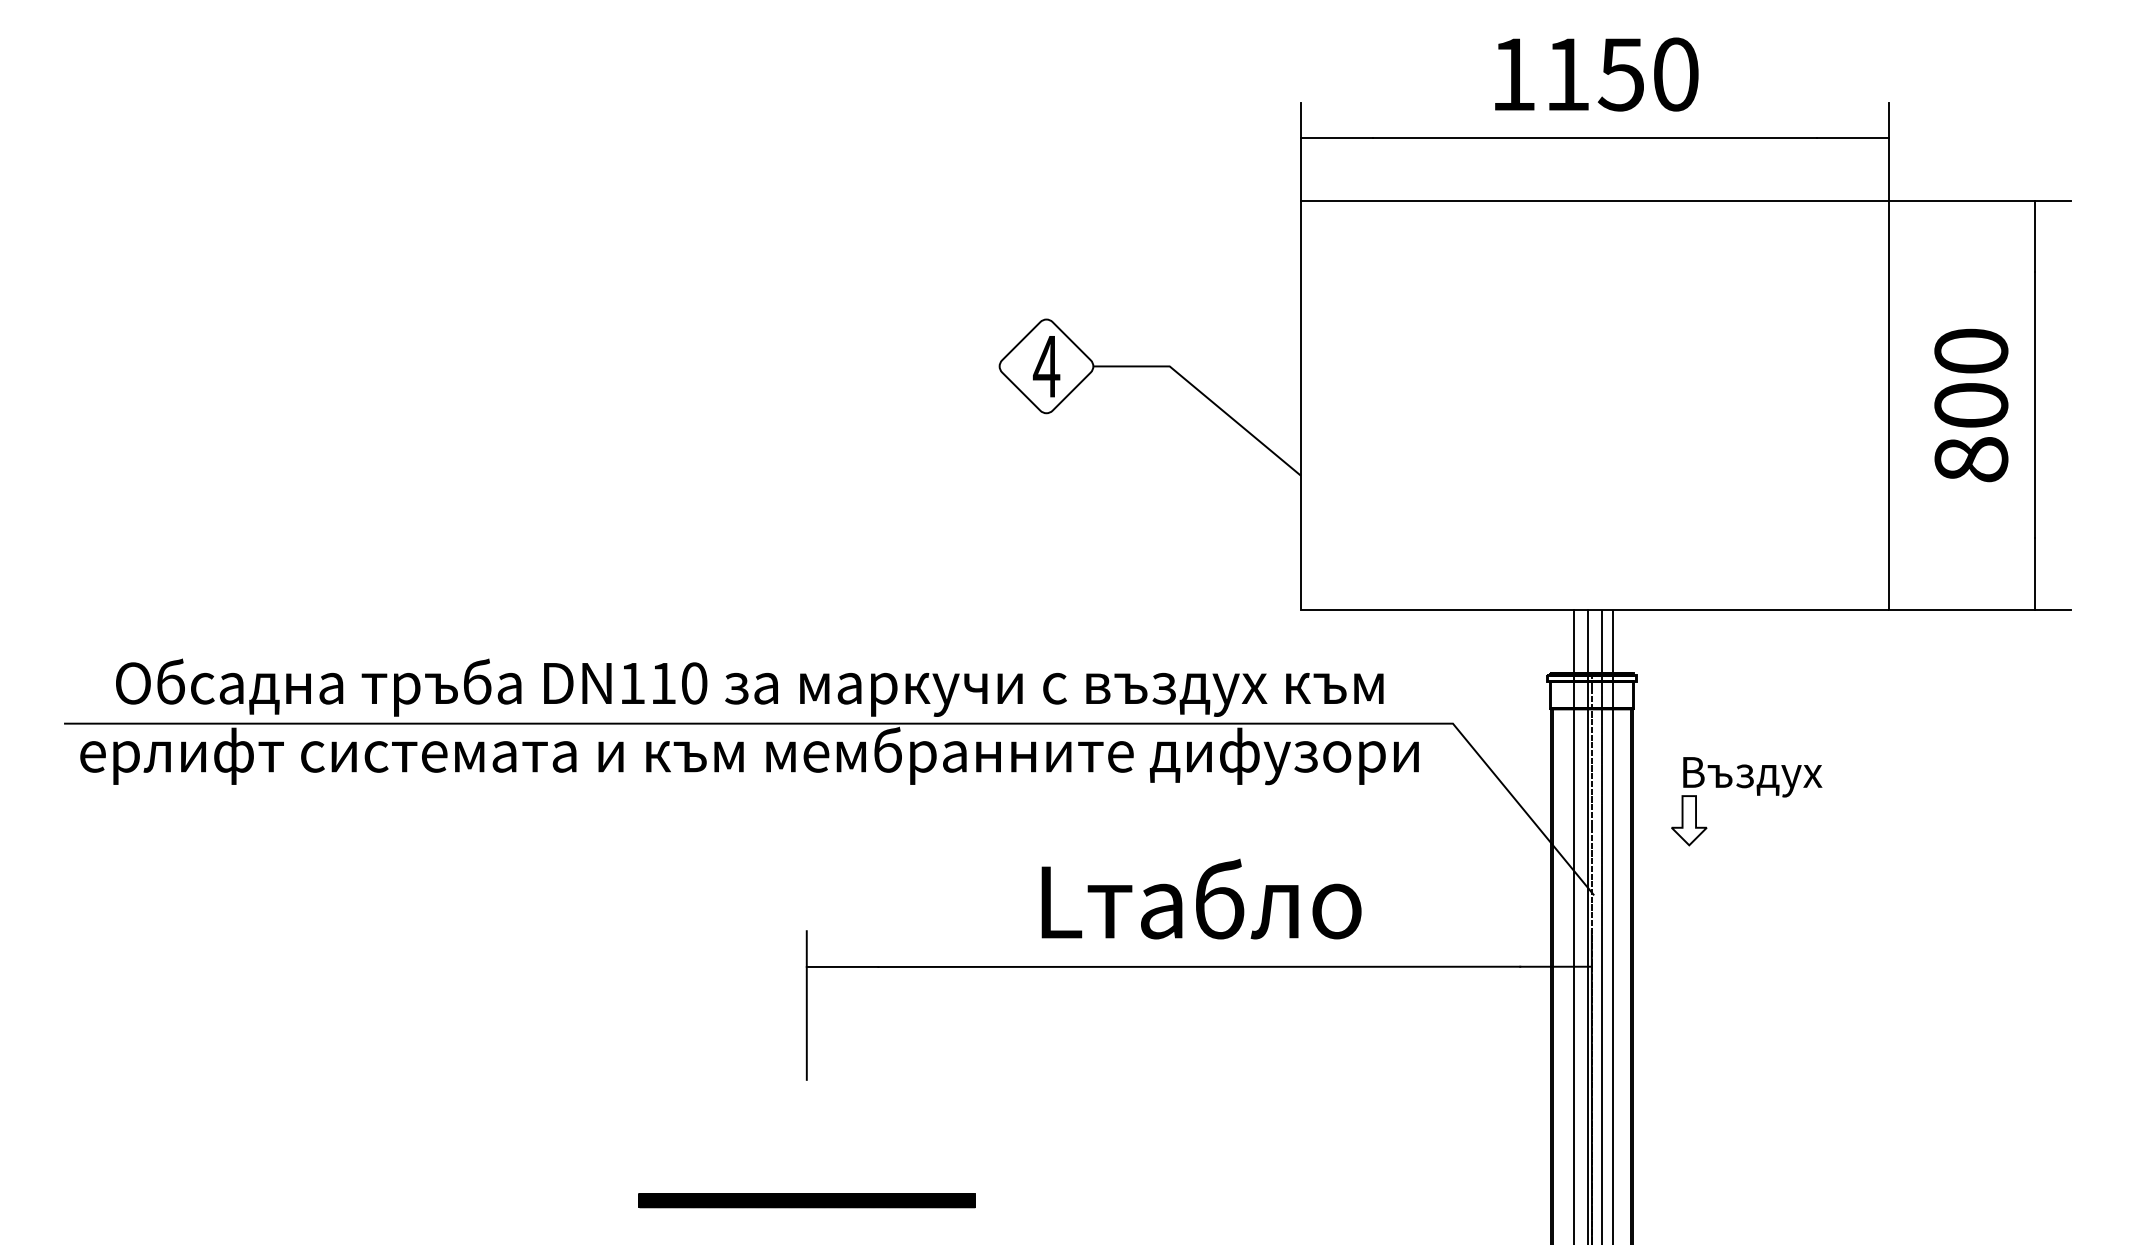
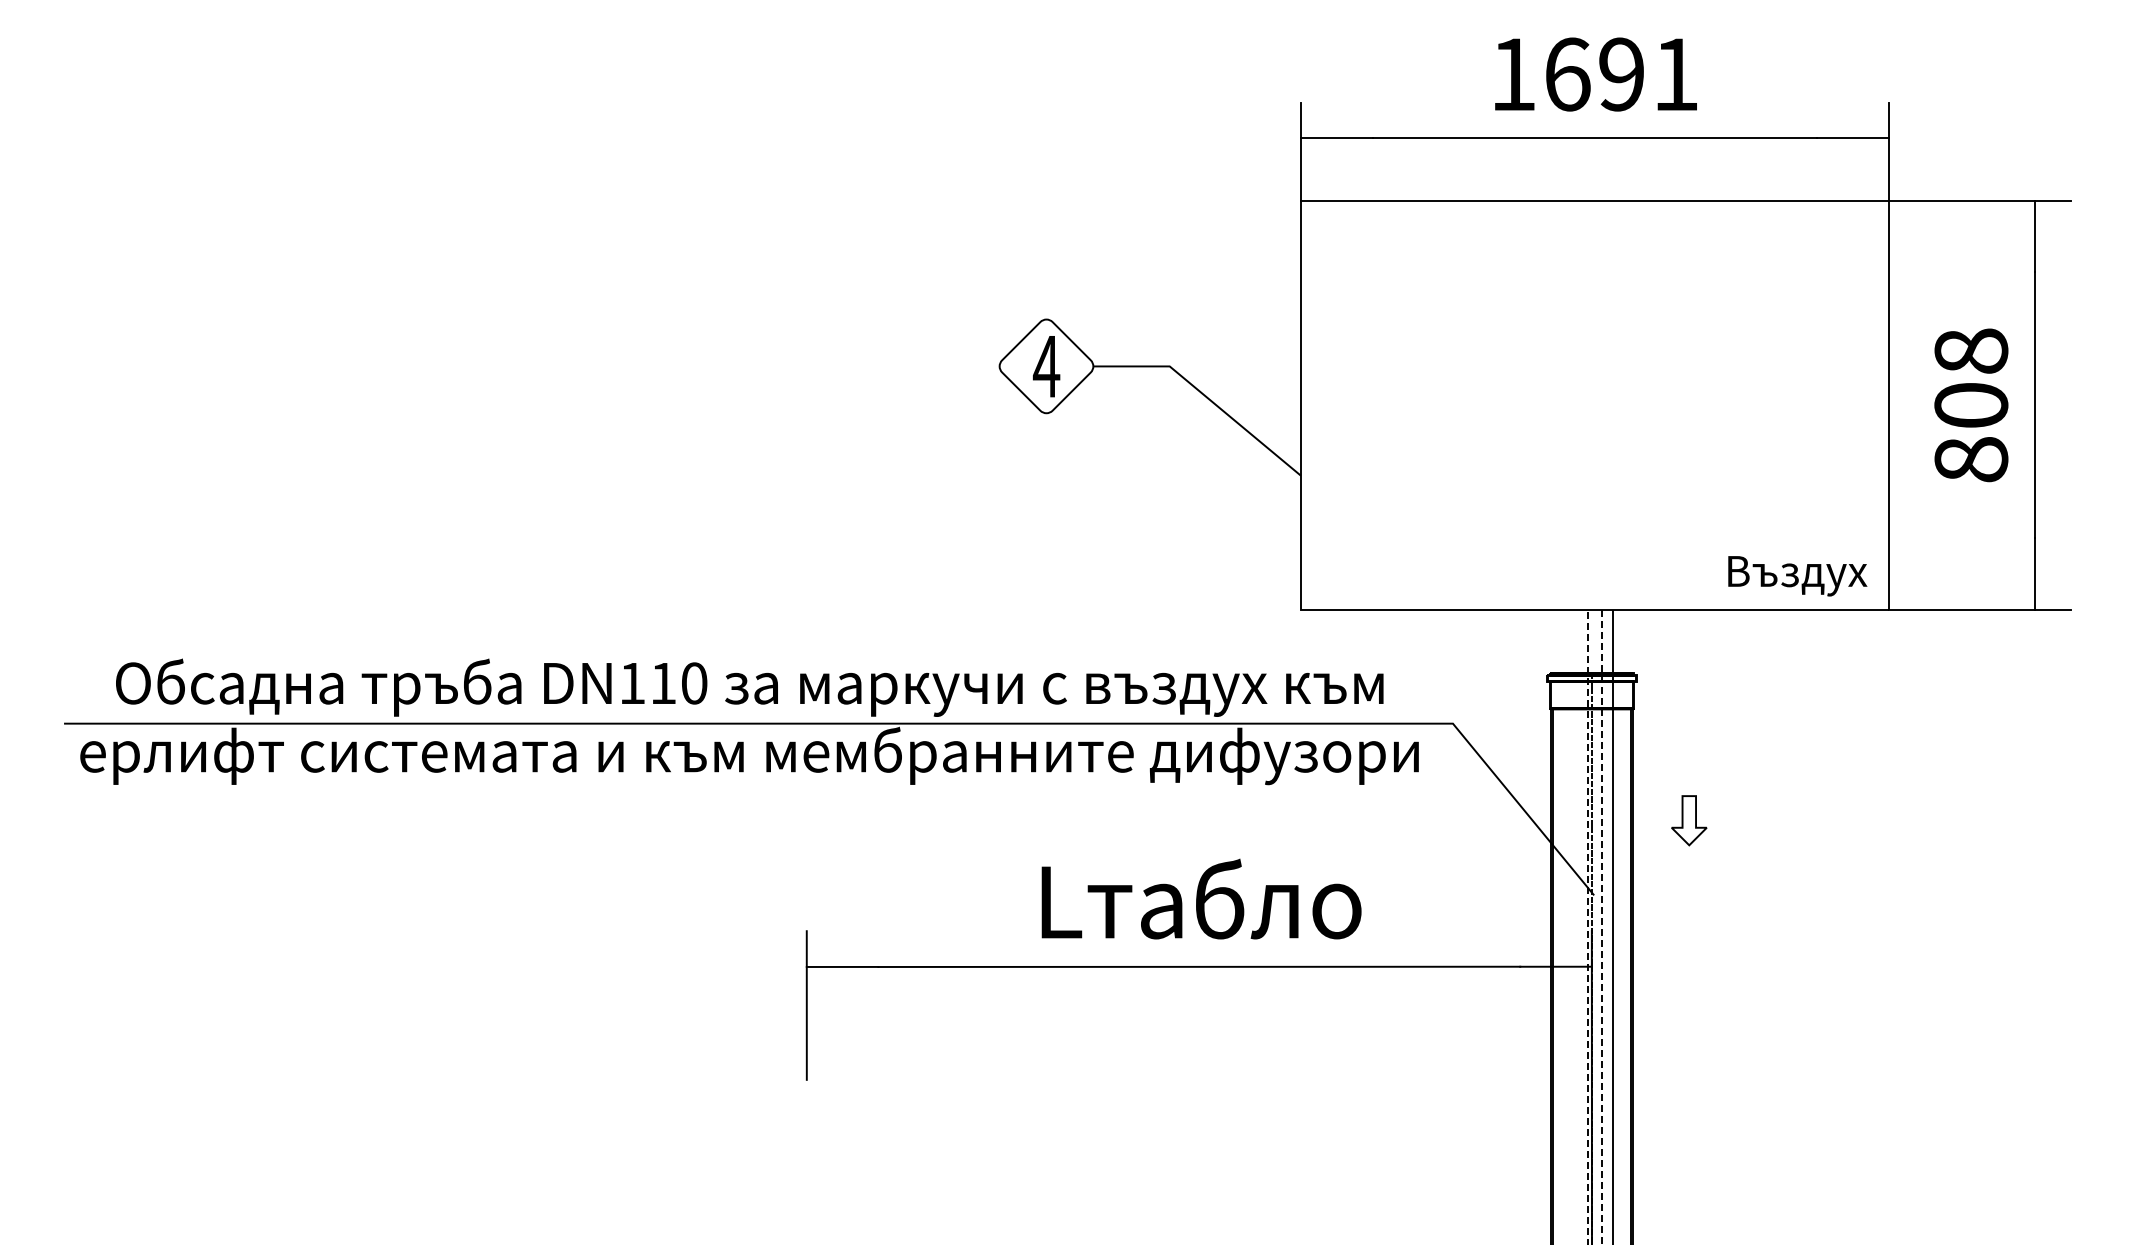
text at (1622, 74): 1150 -> 1691
text at (1971, 350): 800 -> 808
text at (1752, 777) position: (1752, 777) -> (1797, 576)
line at (1574, 925): present -> none
line at (1587, 926): solid -> dashed
line at (1602, 927): solid -> dashed
part at (806, 1200): present -> none
